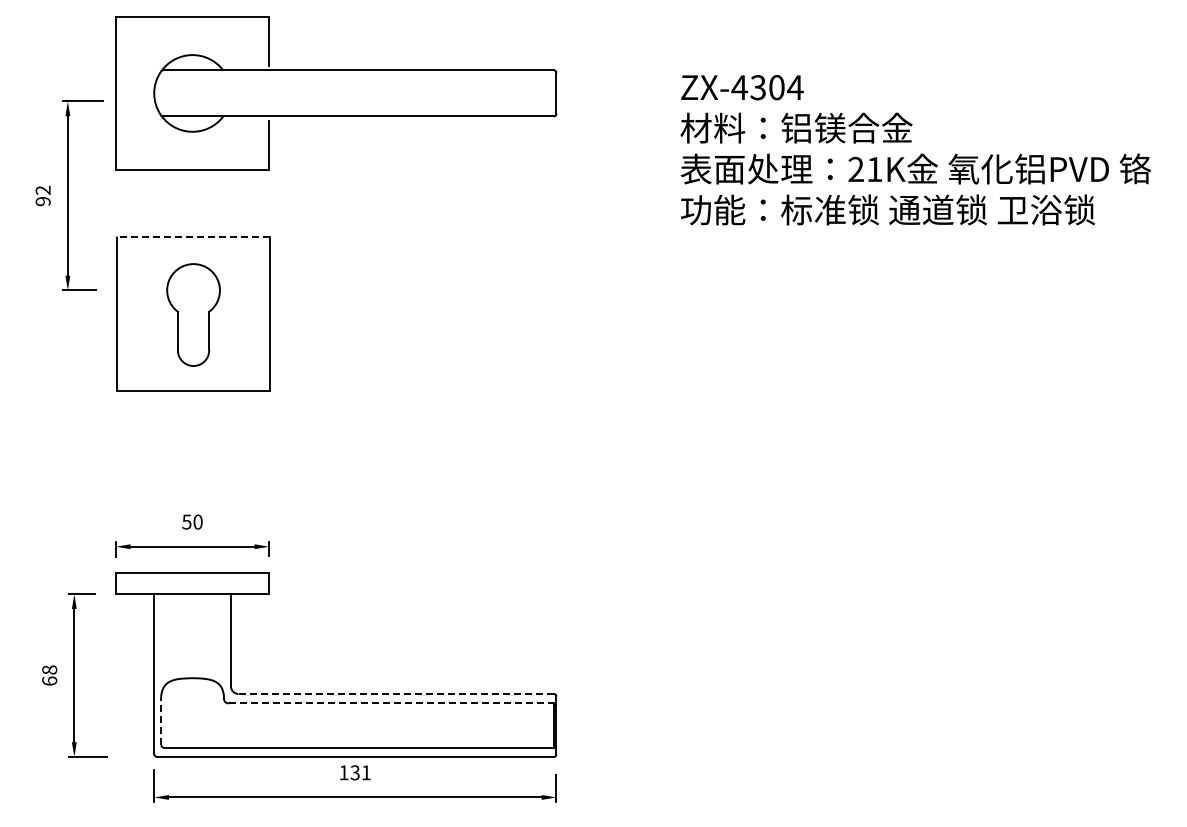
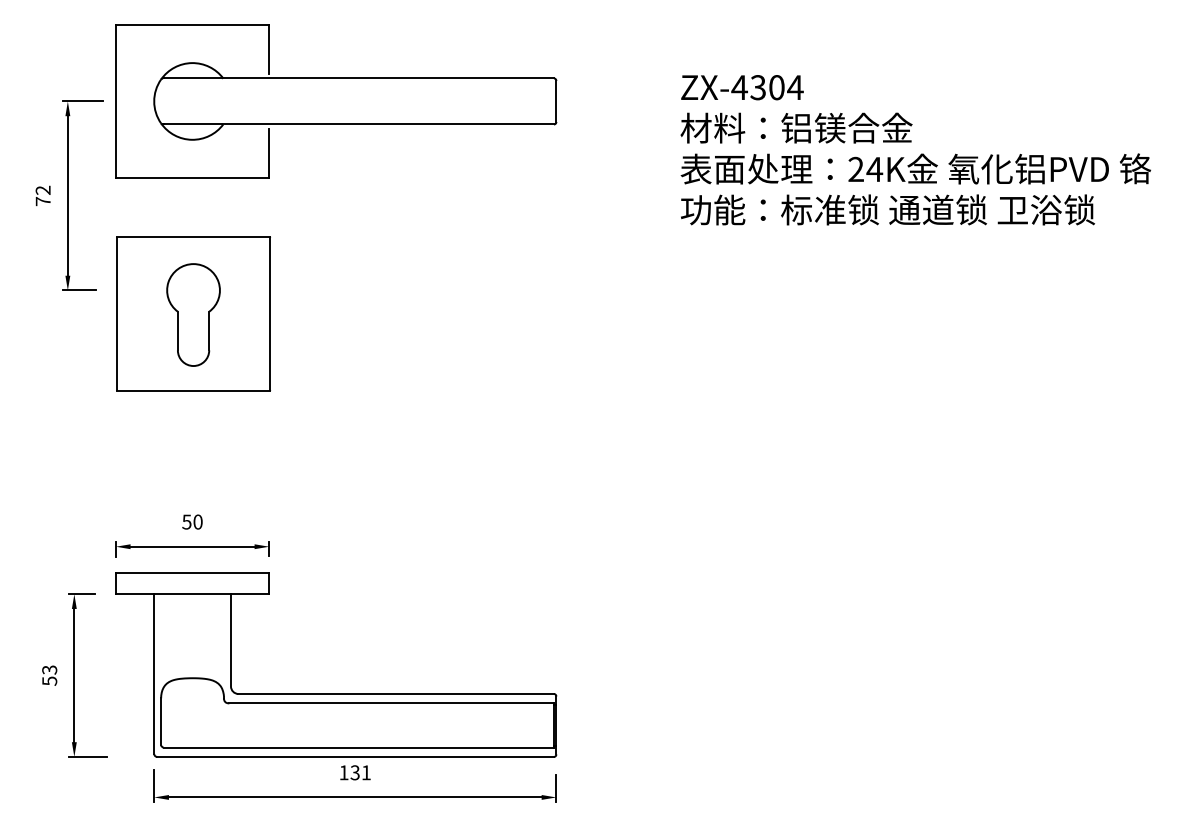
part at (336, 93) position: (336, 93) -> (336, 101)
text at (874, 169): 21K -> 24K
text at (42, 201): 92 -> 72
line at (193, 237): dashed -> solid
text at (49, 675): 68 -> 53
line at (396, 694): dashed -> solid
line at (392, 703): dashed -> solid
line at (161, 721): dashed -> solid
